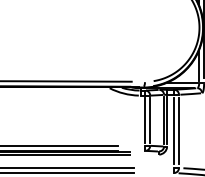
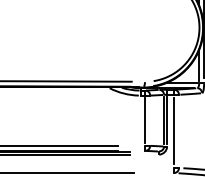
line at (150, 120): present -> none
line at (179, 131): present -> none
line at (67, 167): present -> none
